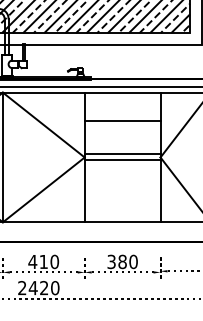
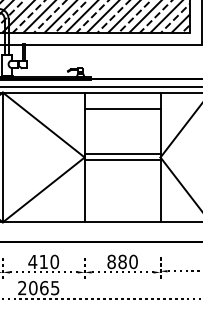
line at (122, 120) position: (122, 120) -> (122, 108)
text at (111, 261): 380 -> 880
text at (43, 287): 2420 -> 2065
